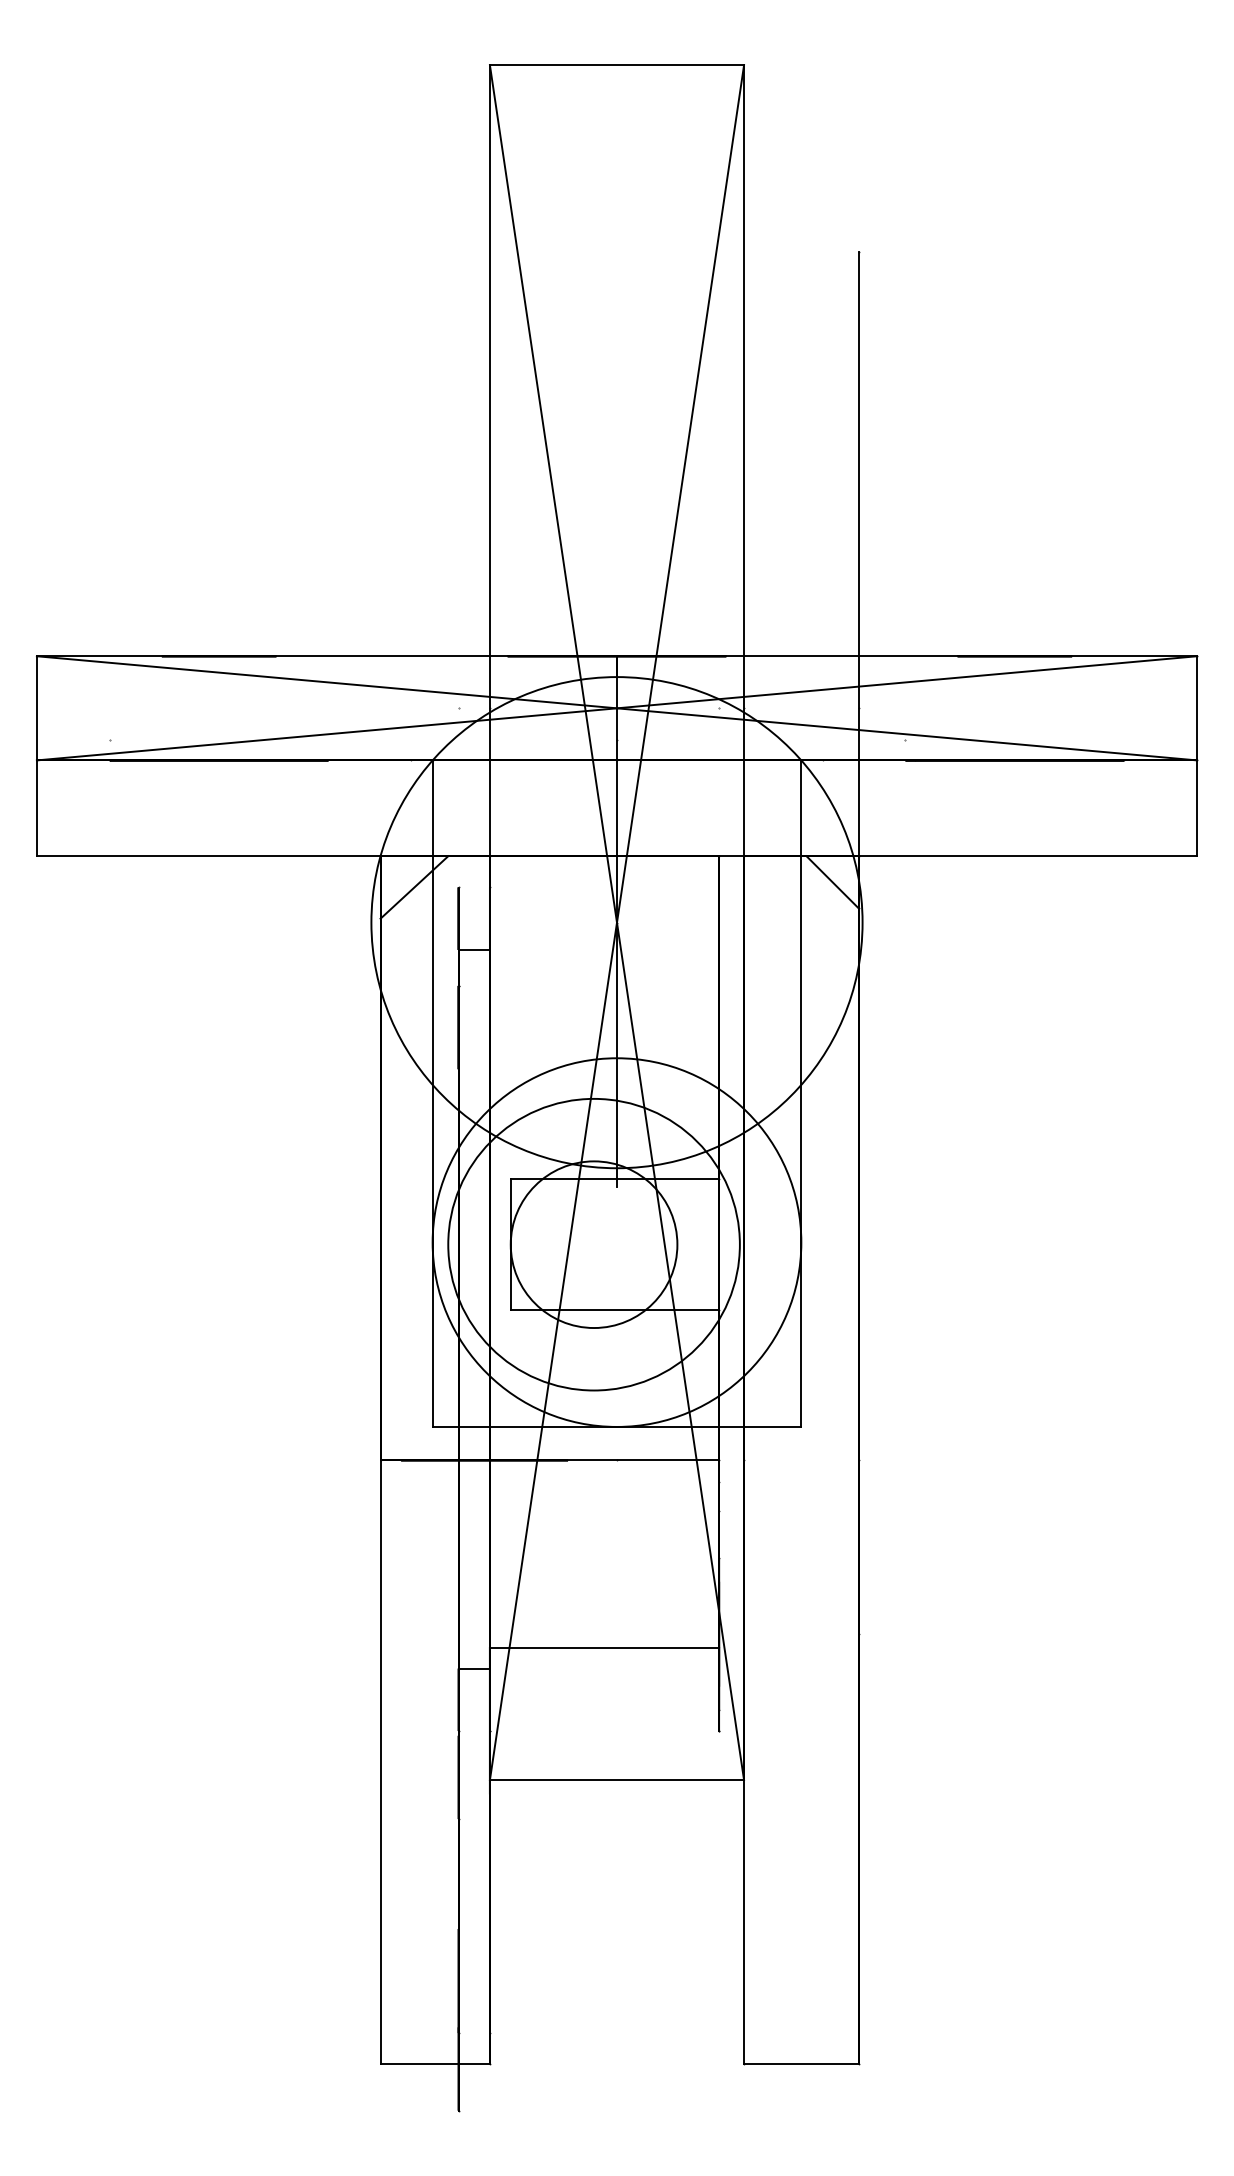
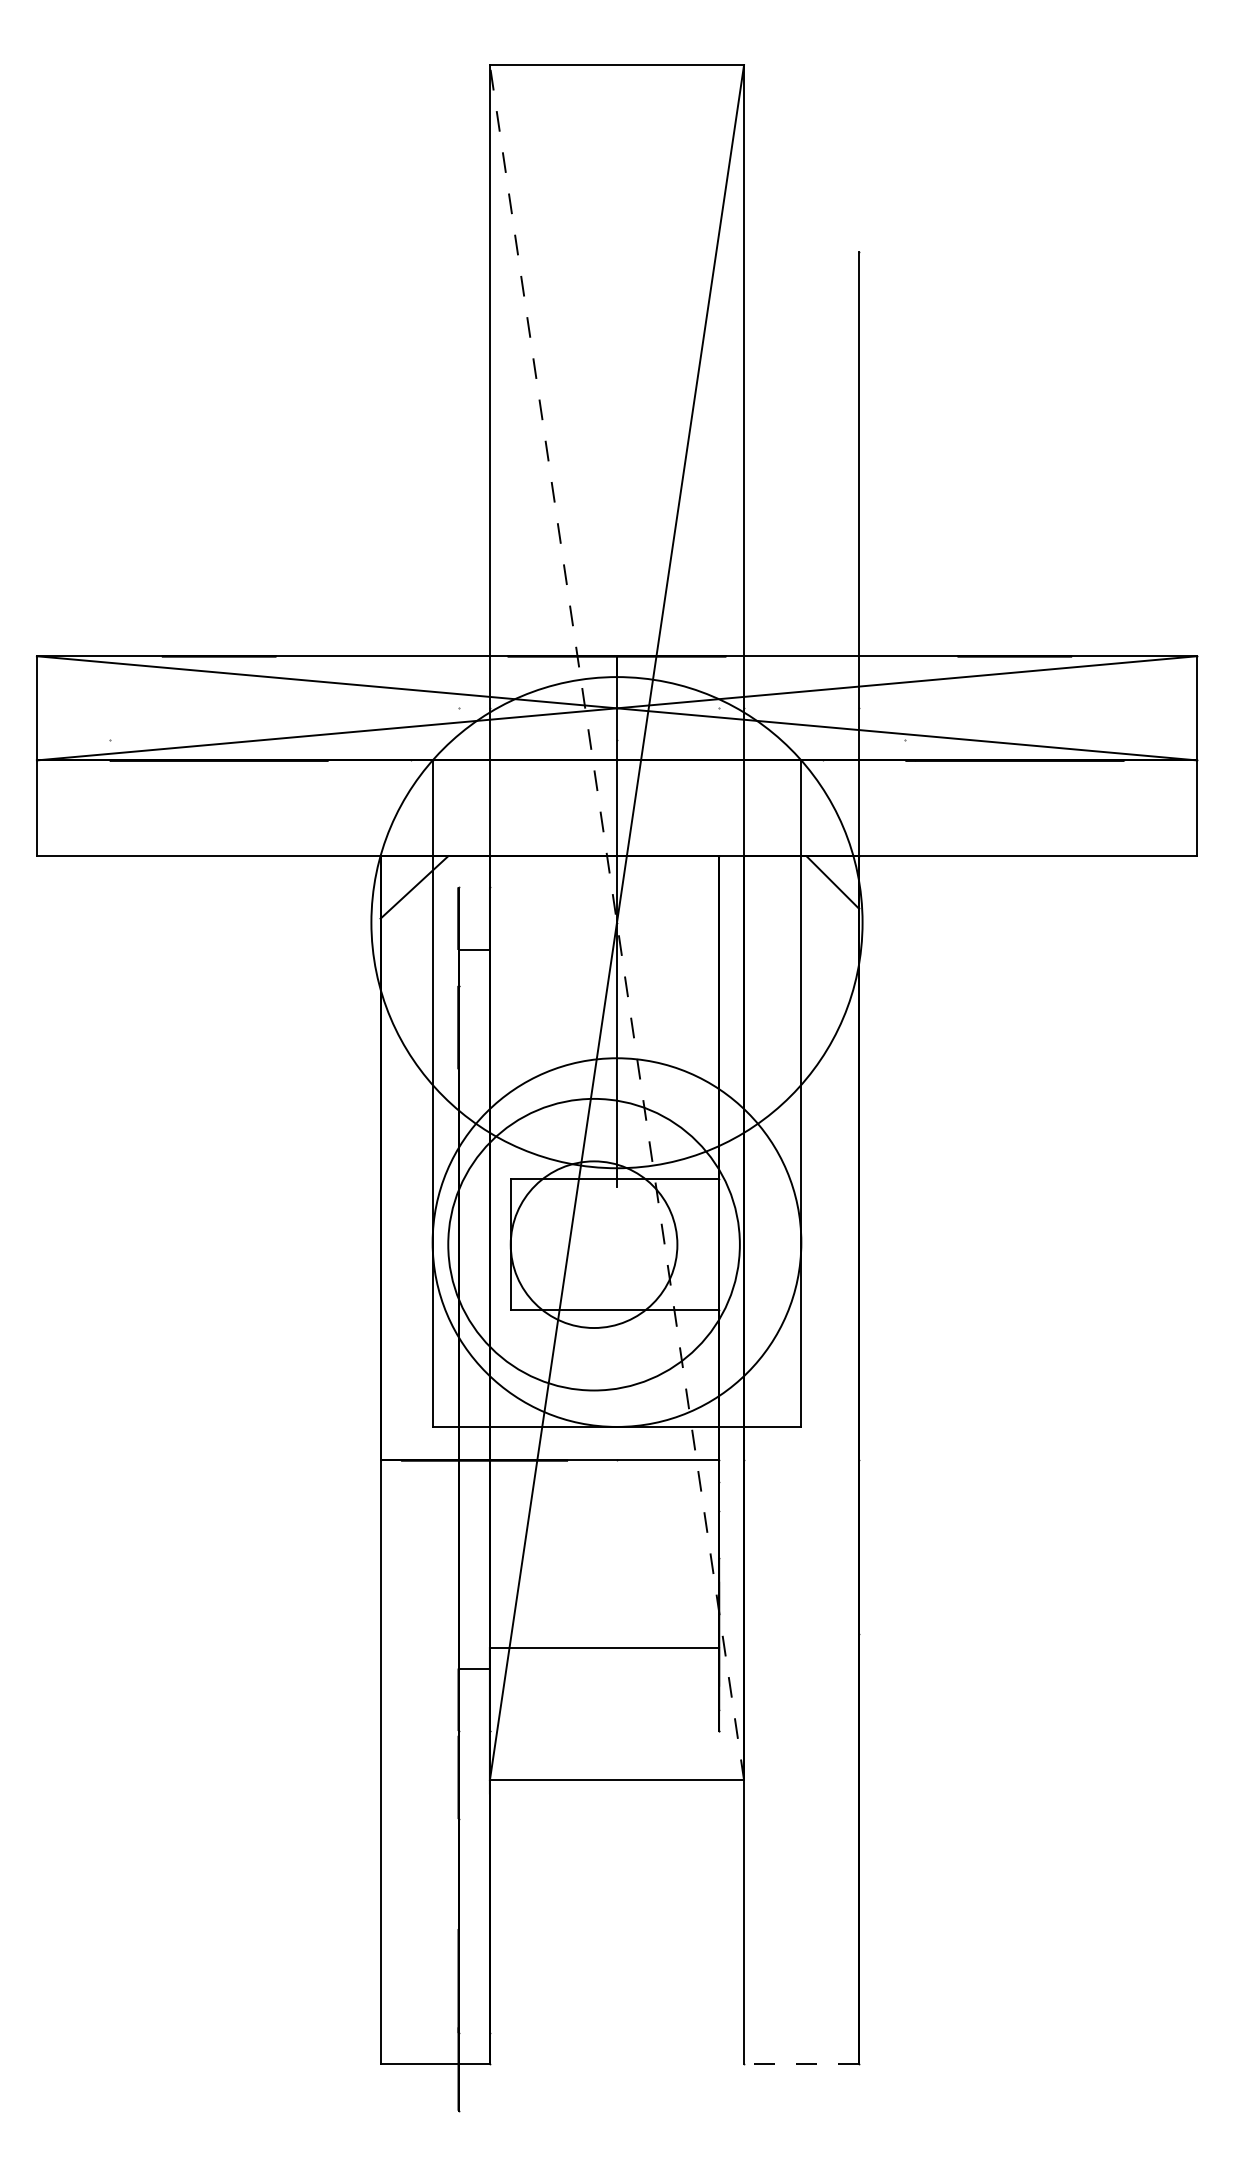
line at (617, 922): solid -> dashed
line at (800, 2064): solid -> dashed
